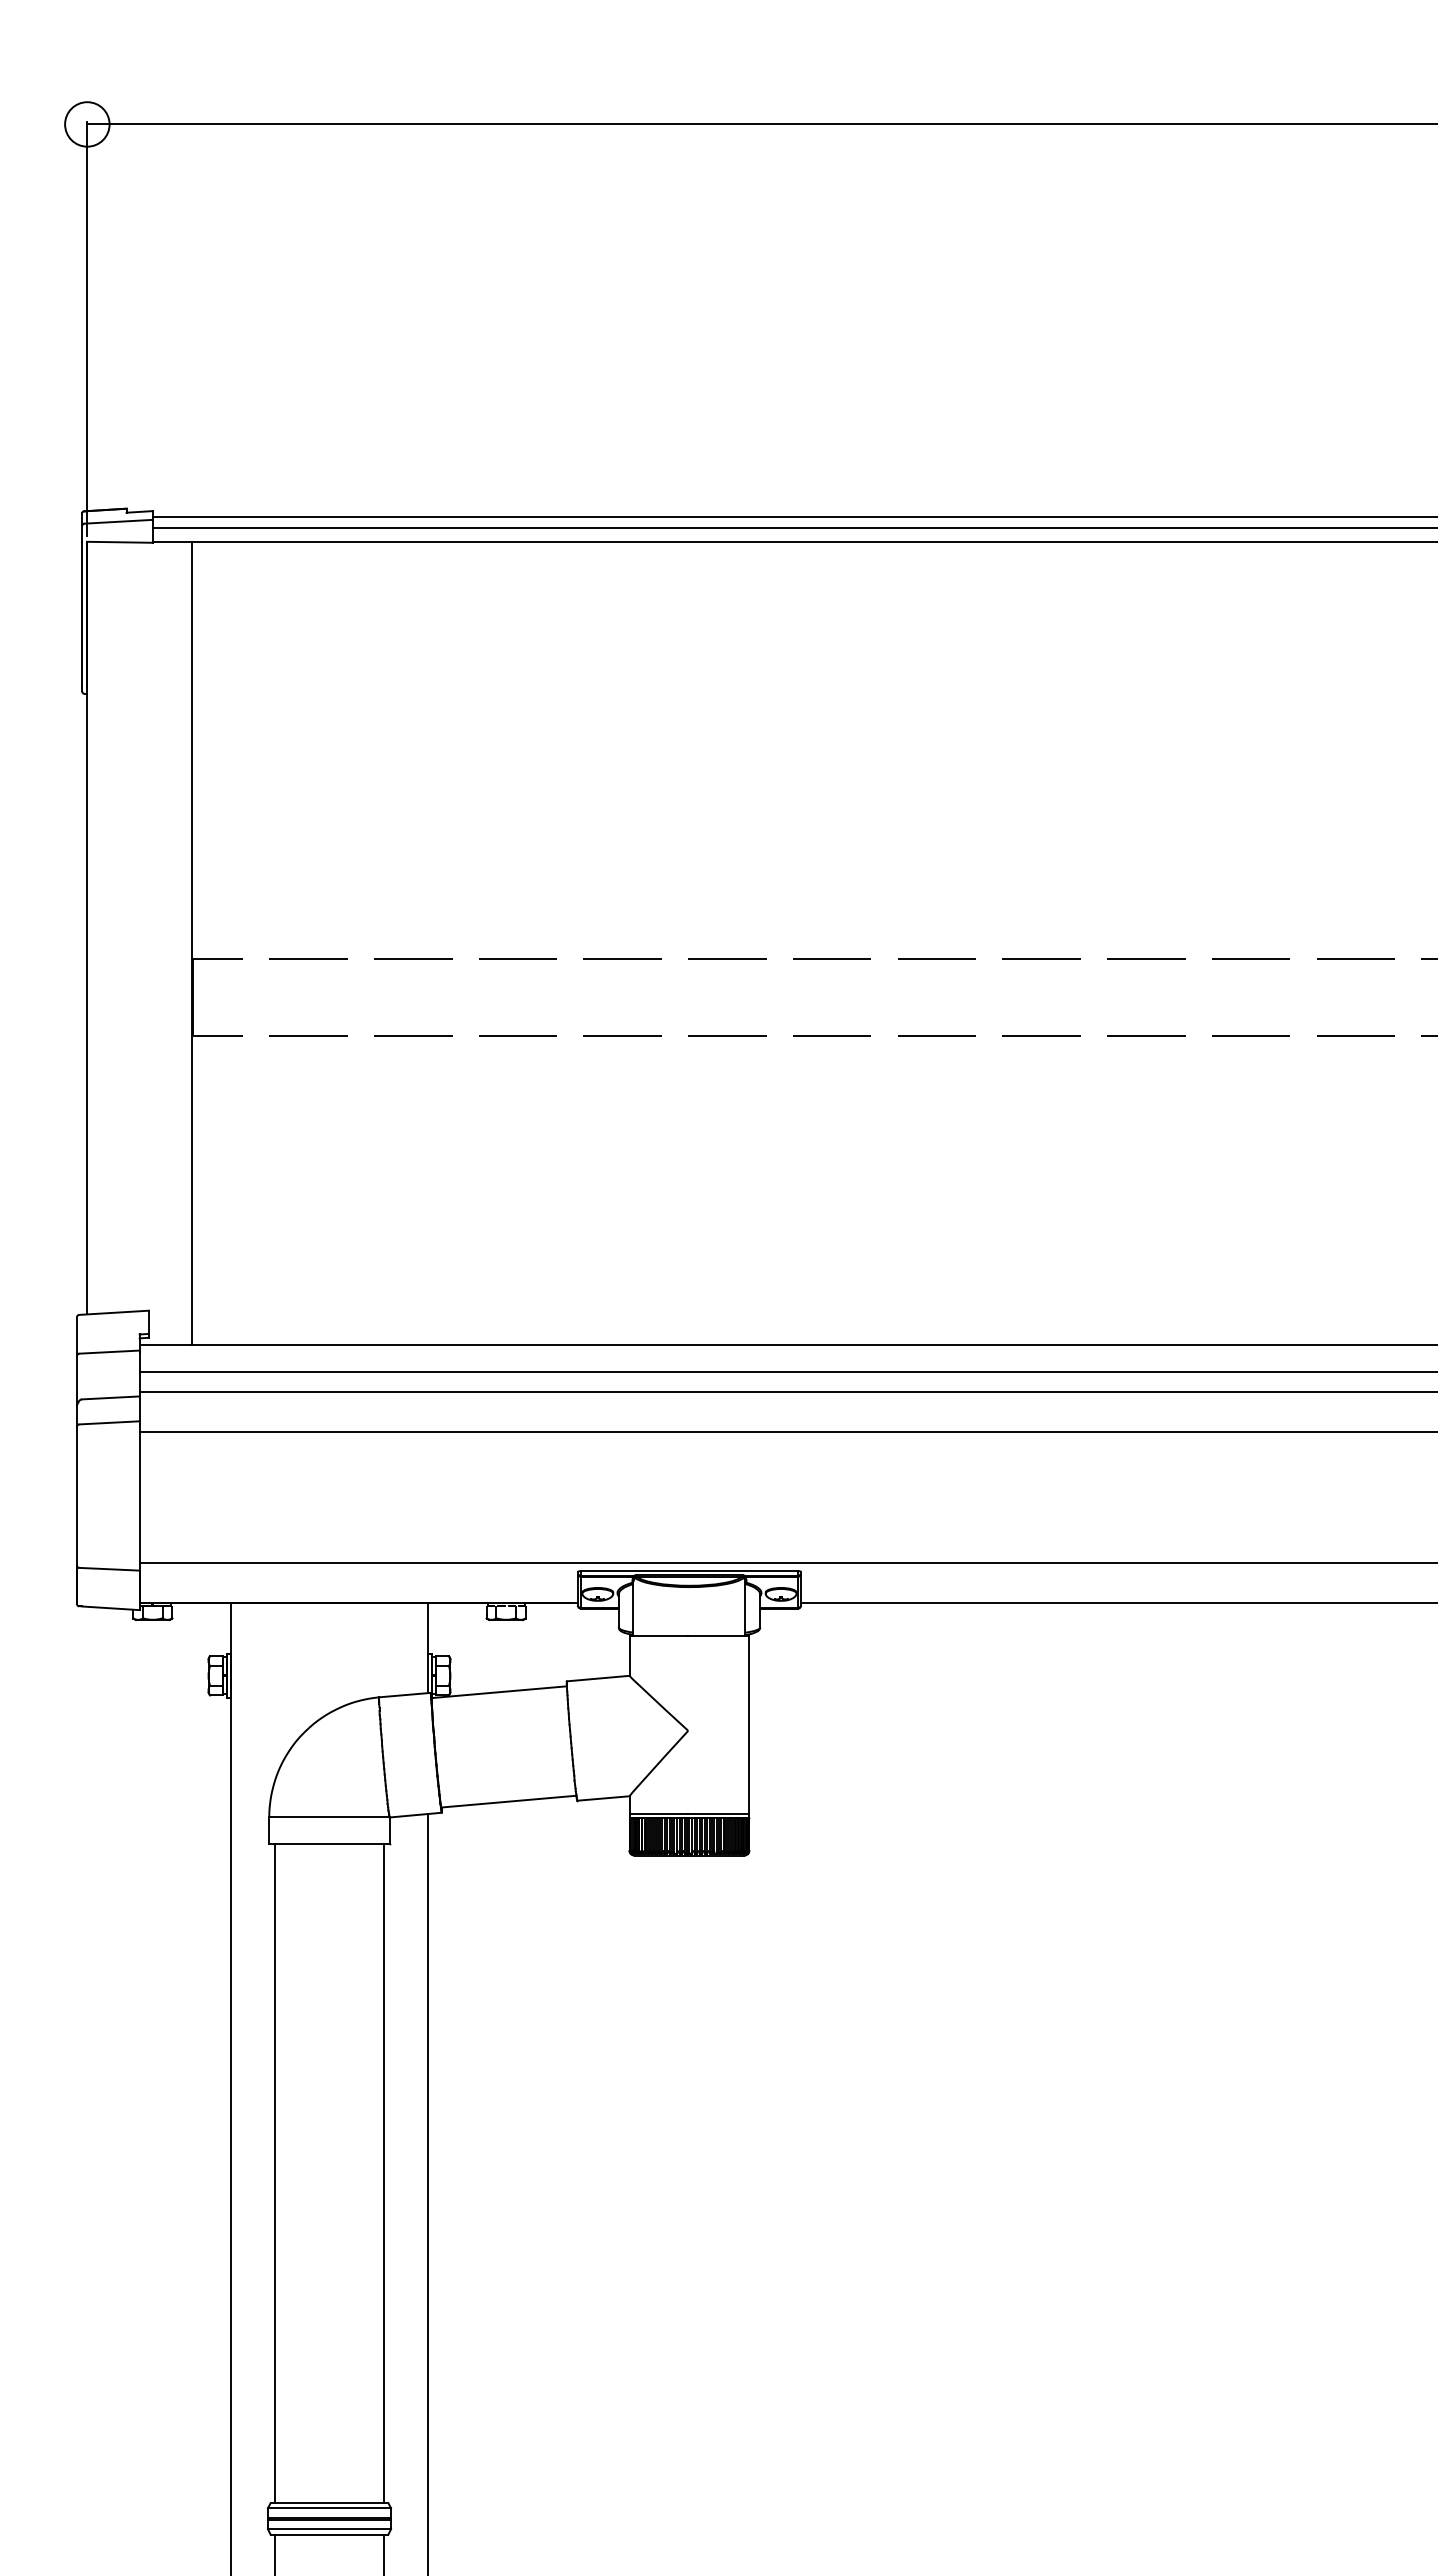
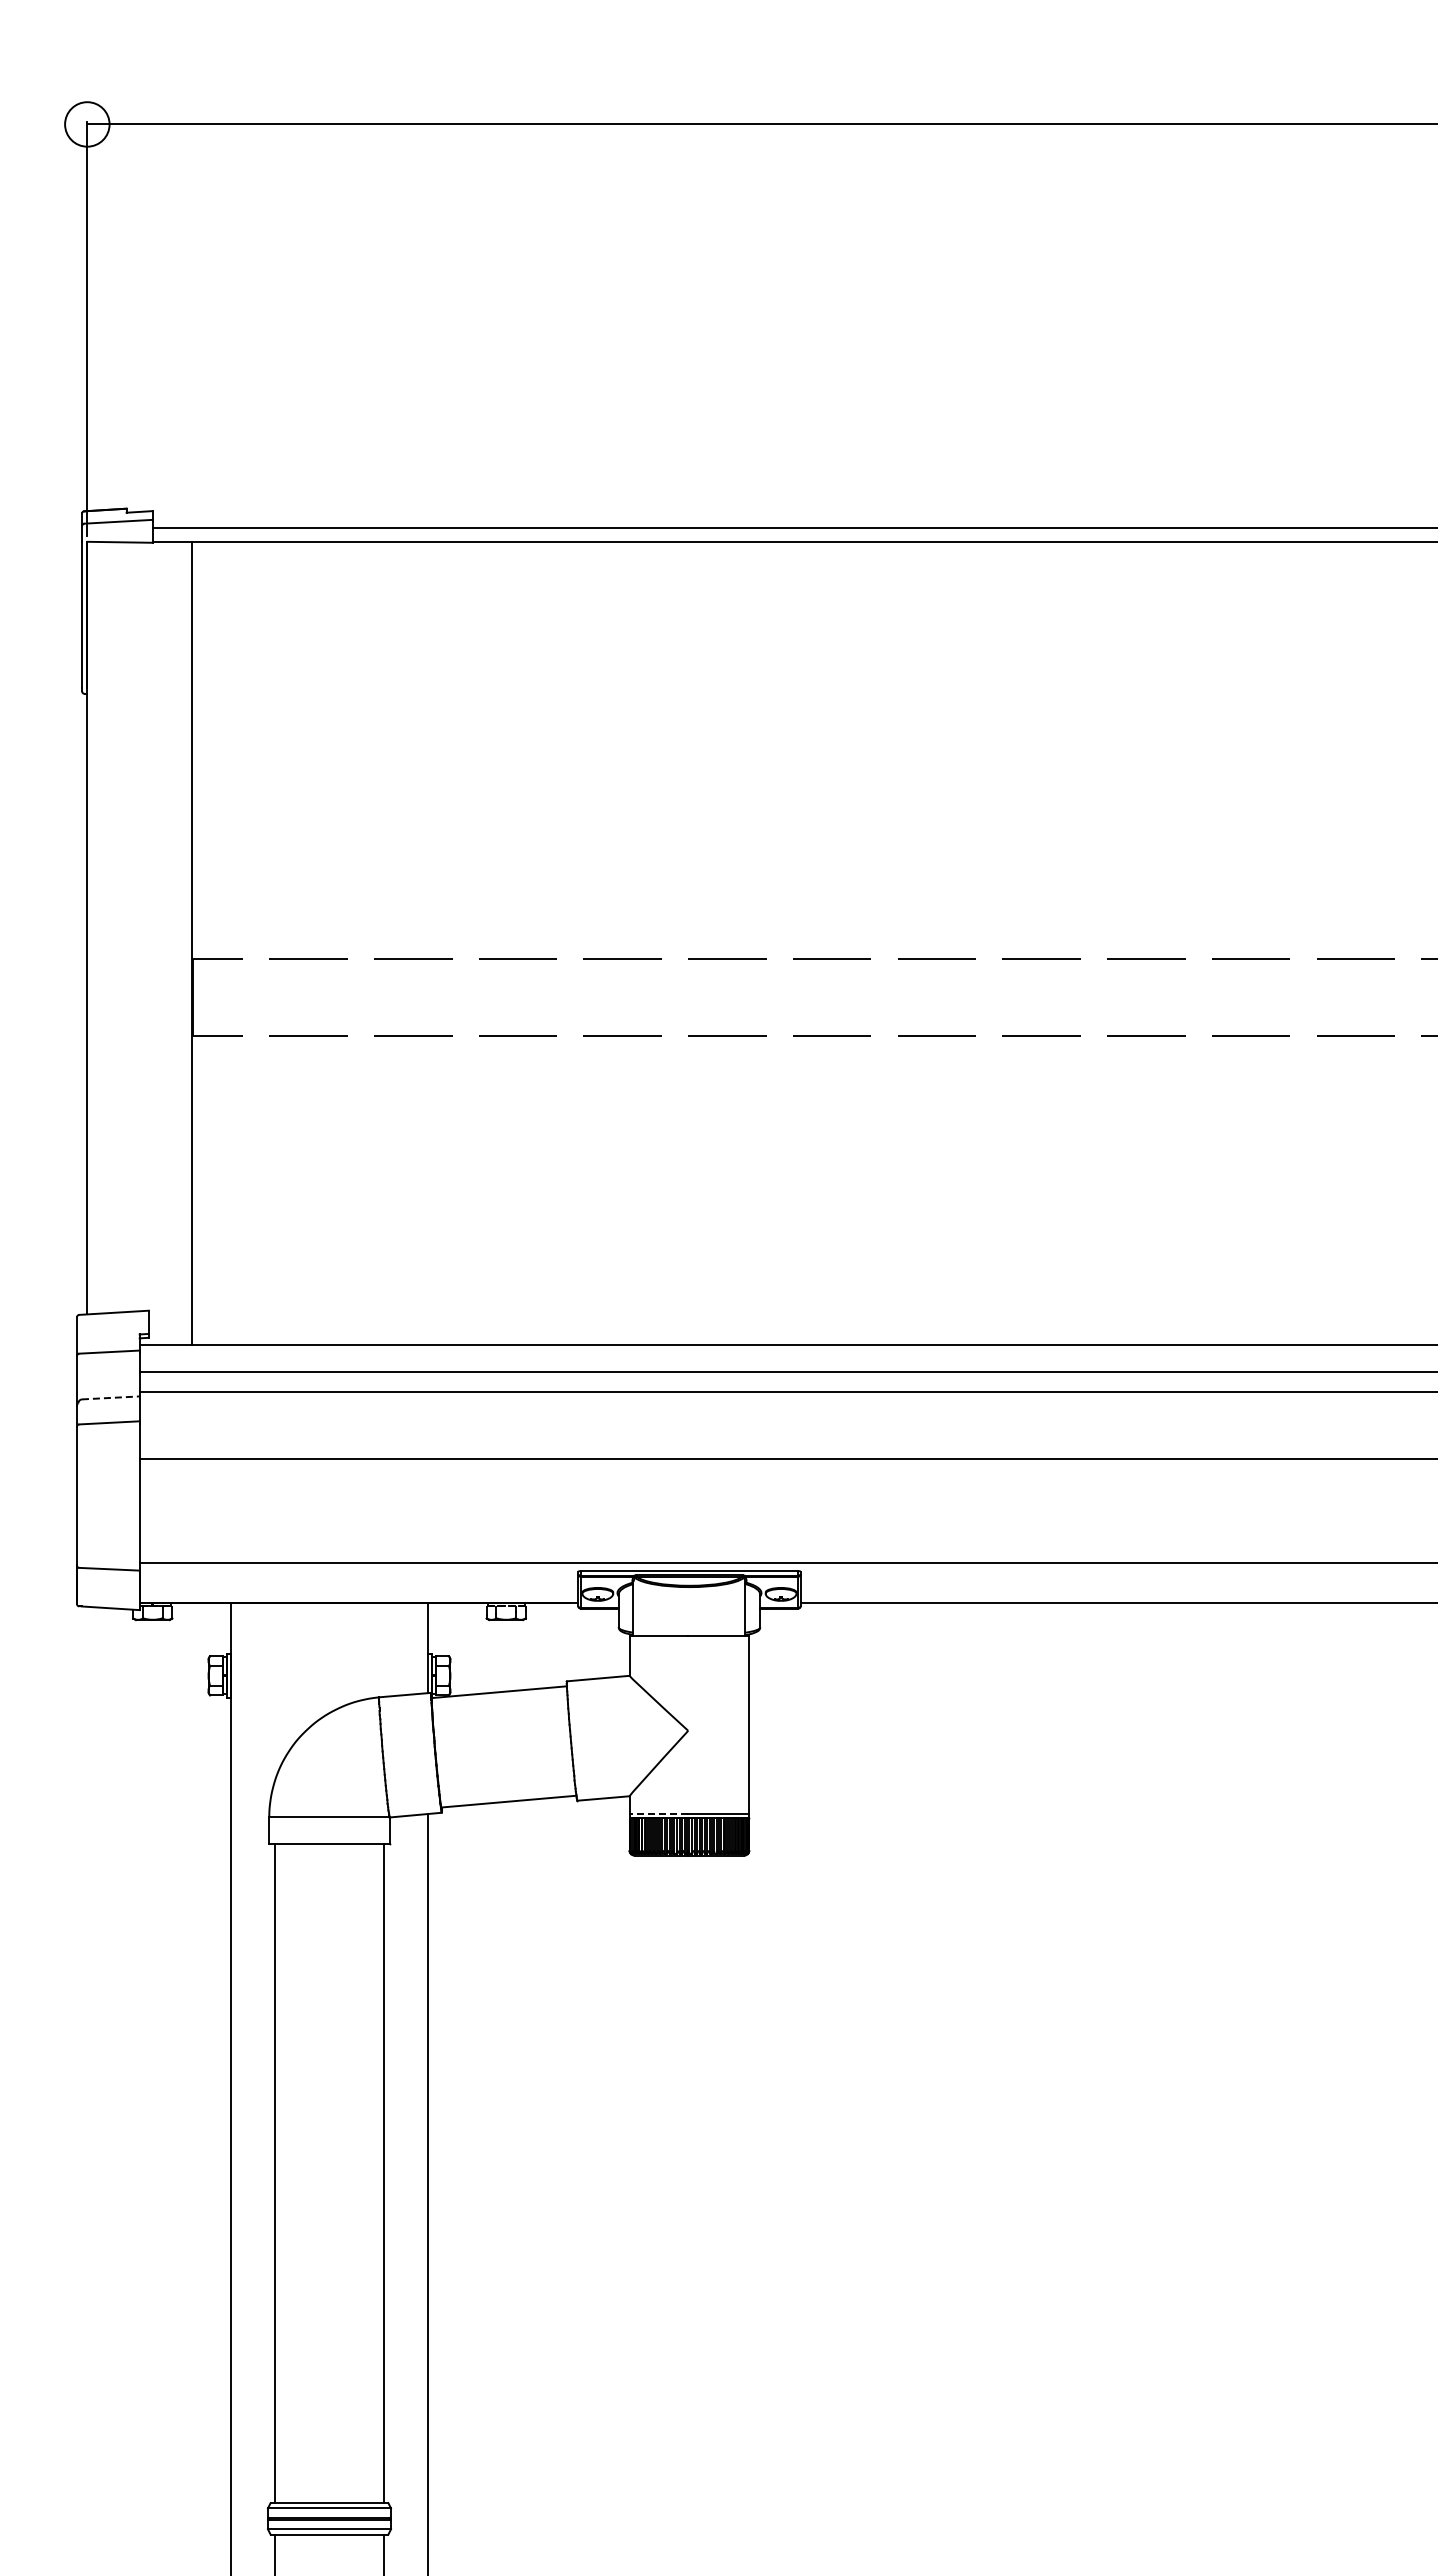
line at (793, 517): present -> none
line at (110, 1397): solid -> dashed
line at (786, 1432) position: (786, 1432) -> (786, 1459)
line at (658, 1813): solid -> dashed
